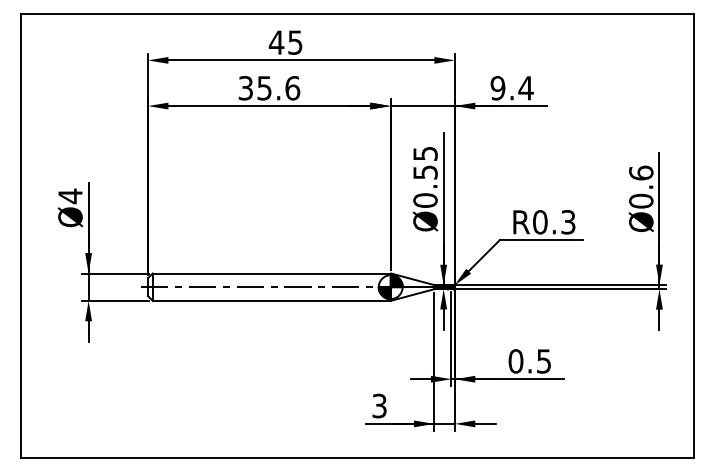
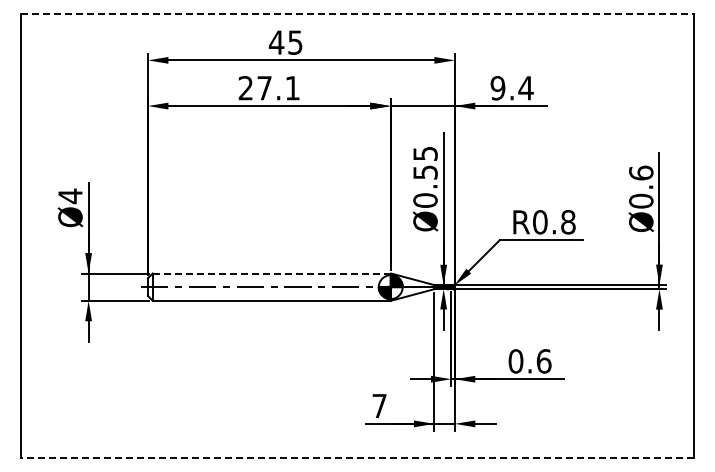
line at (357, 14): solid -> dashed
text at (269, 88): 35.6 -> 27.1
text at (568, 222): R0.3 -> R0.8
line at (271, 273): solid -> dashed
text at (543, 361): 0.5 -> 0.6
text at (379, 405): 3 -> 7
line at (357, 457): solid -> dashed
